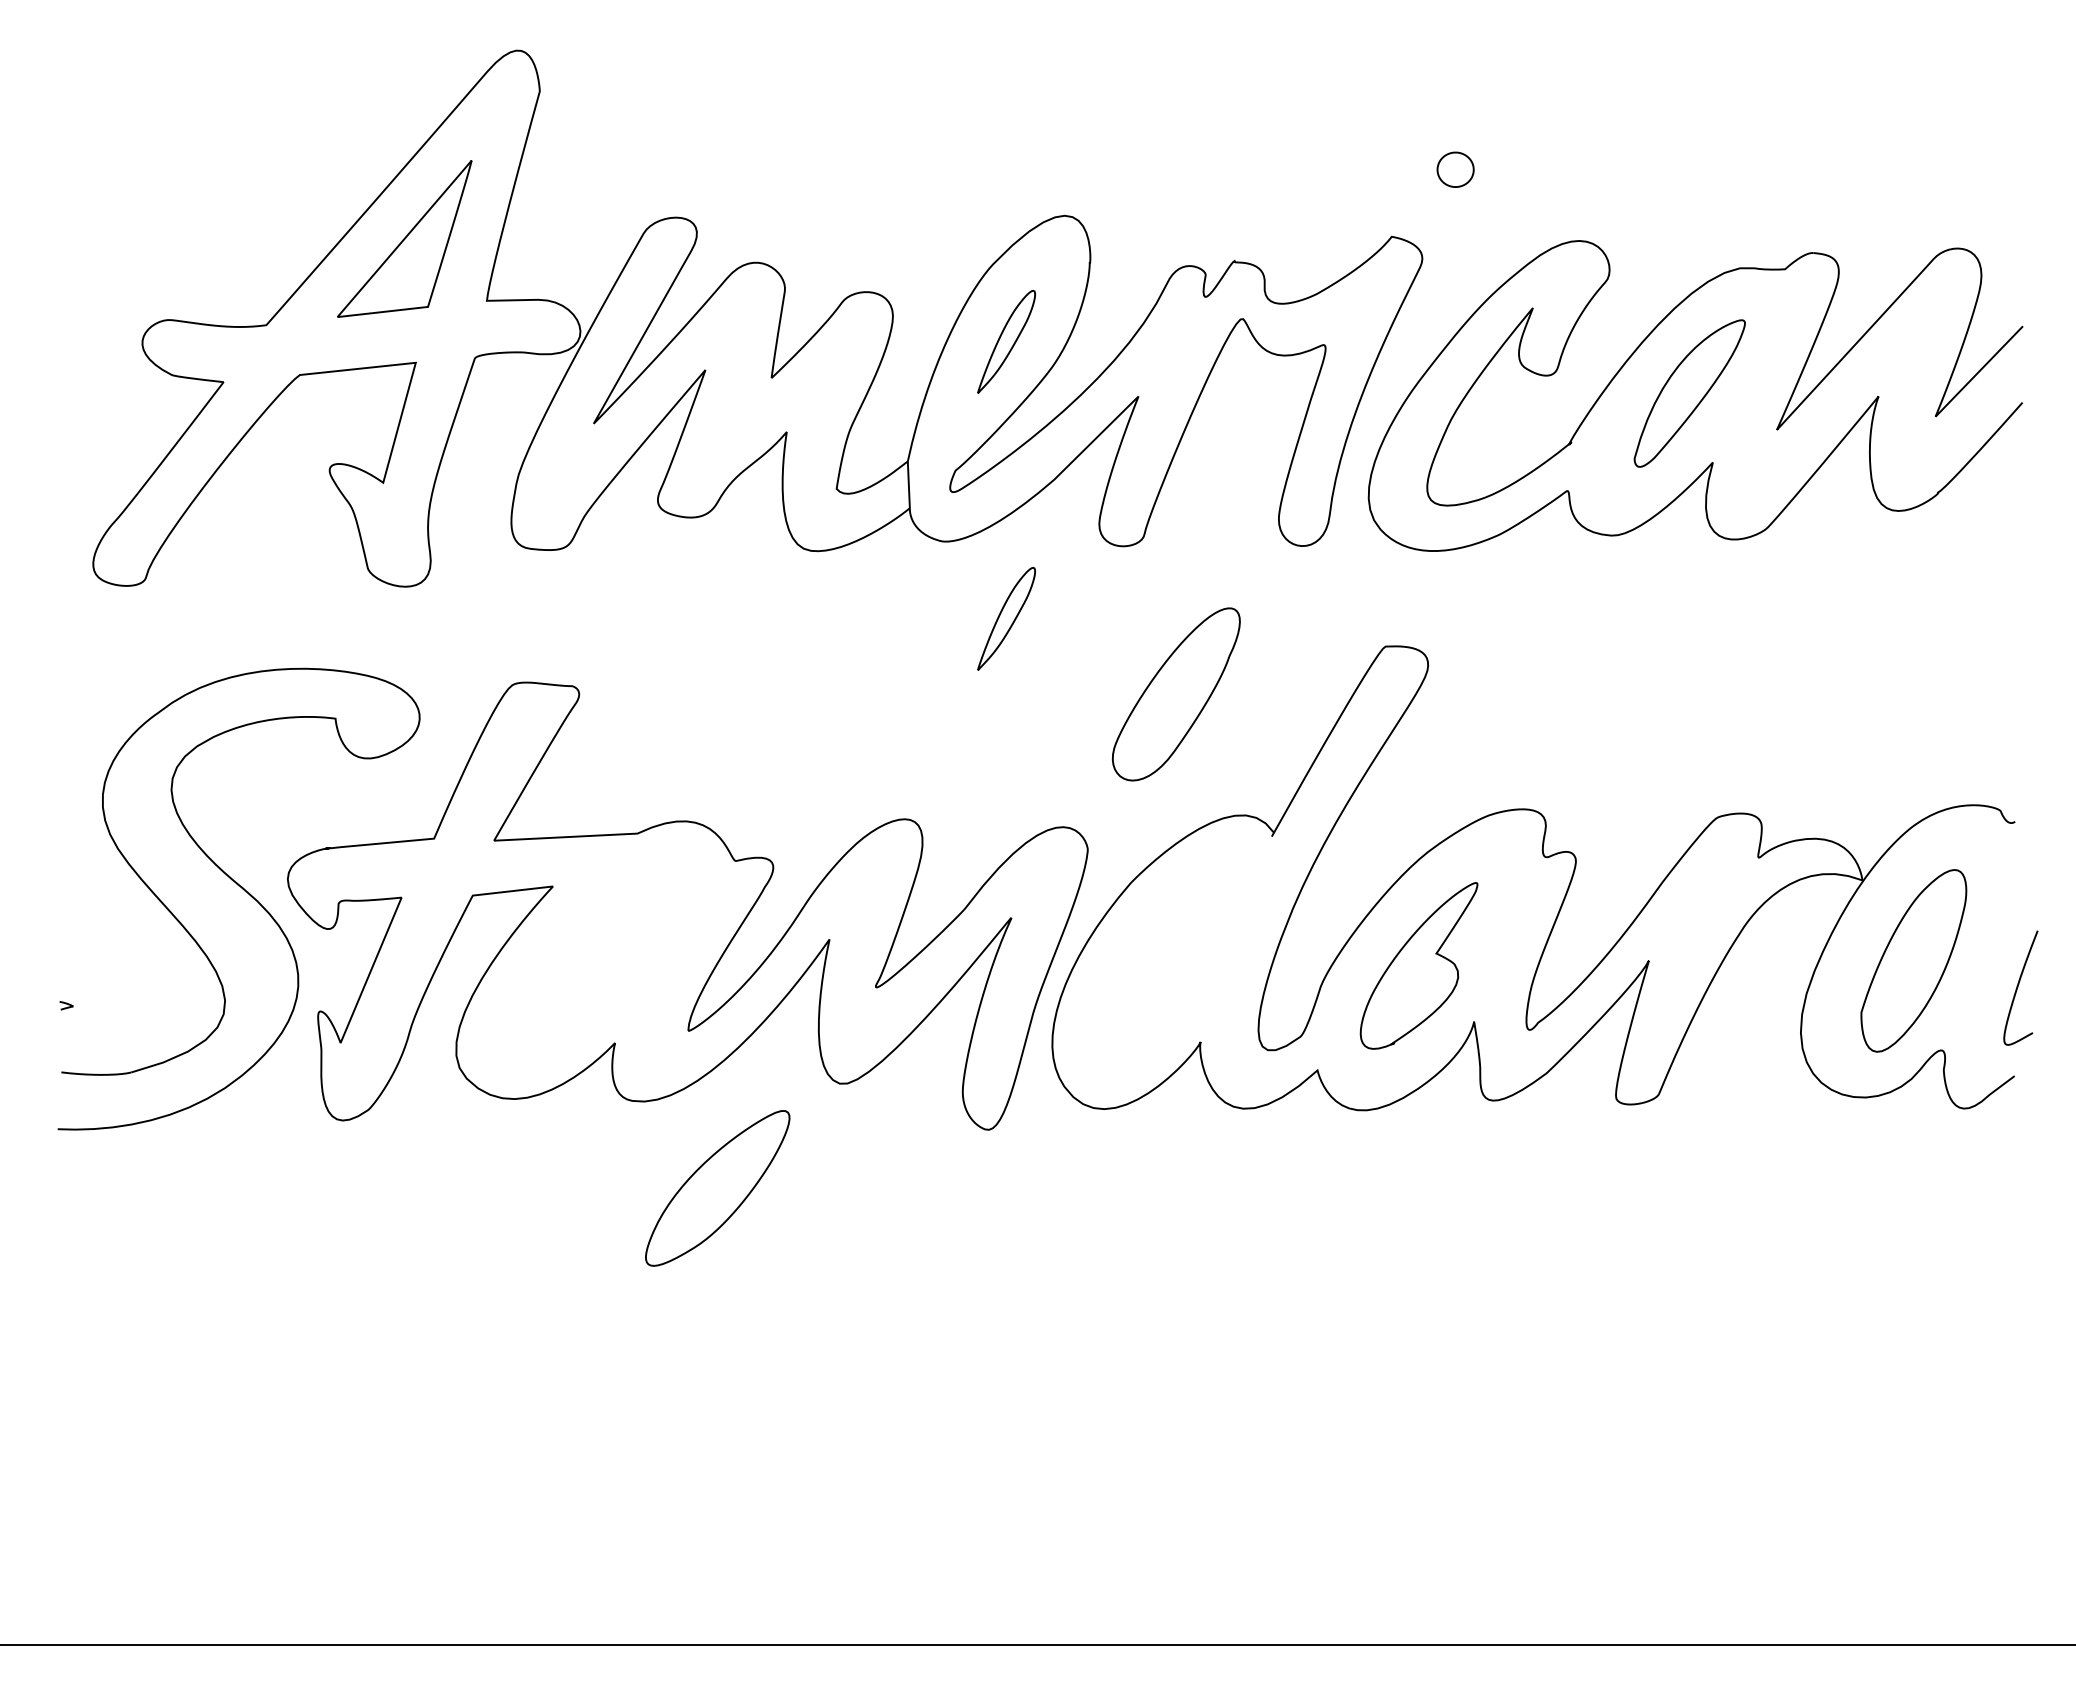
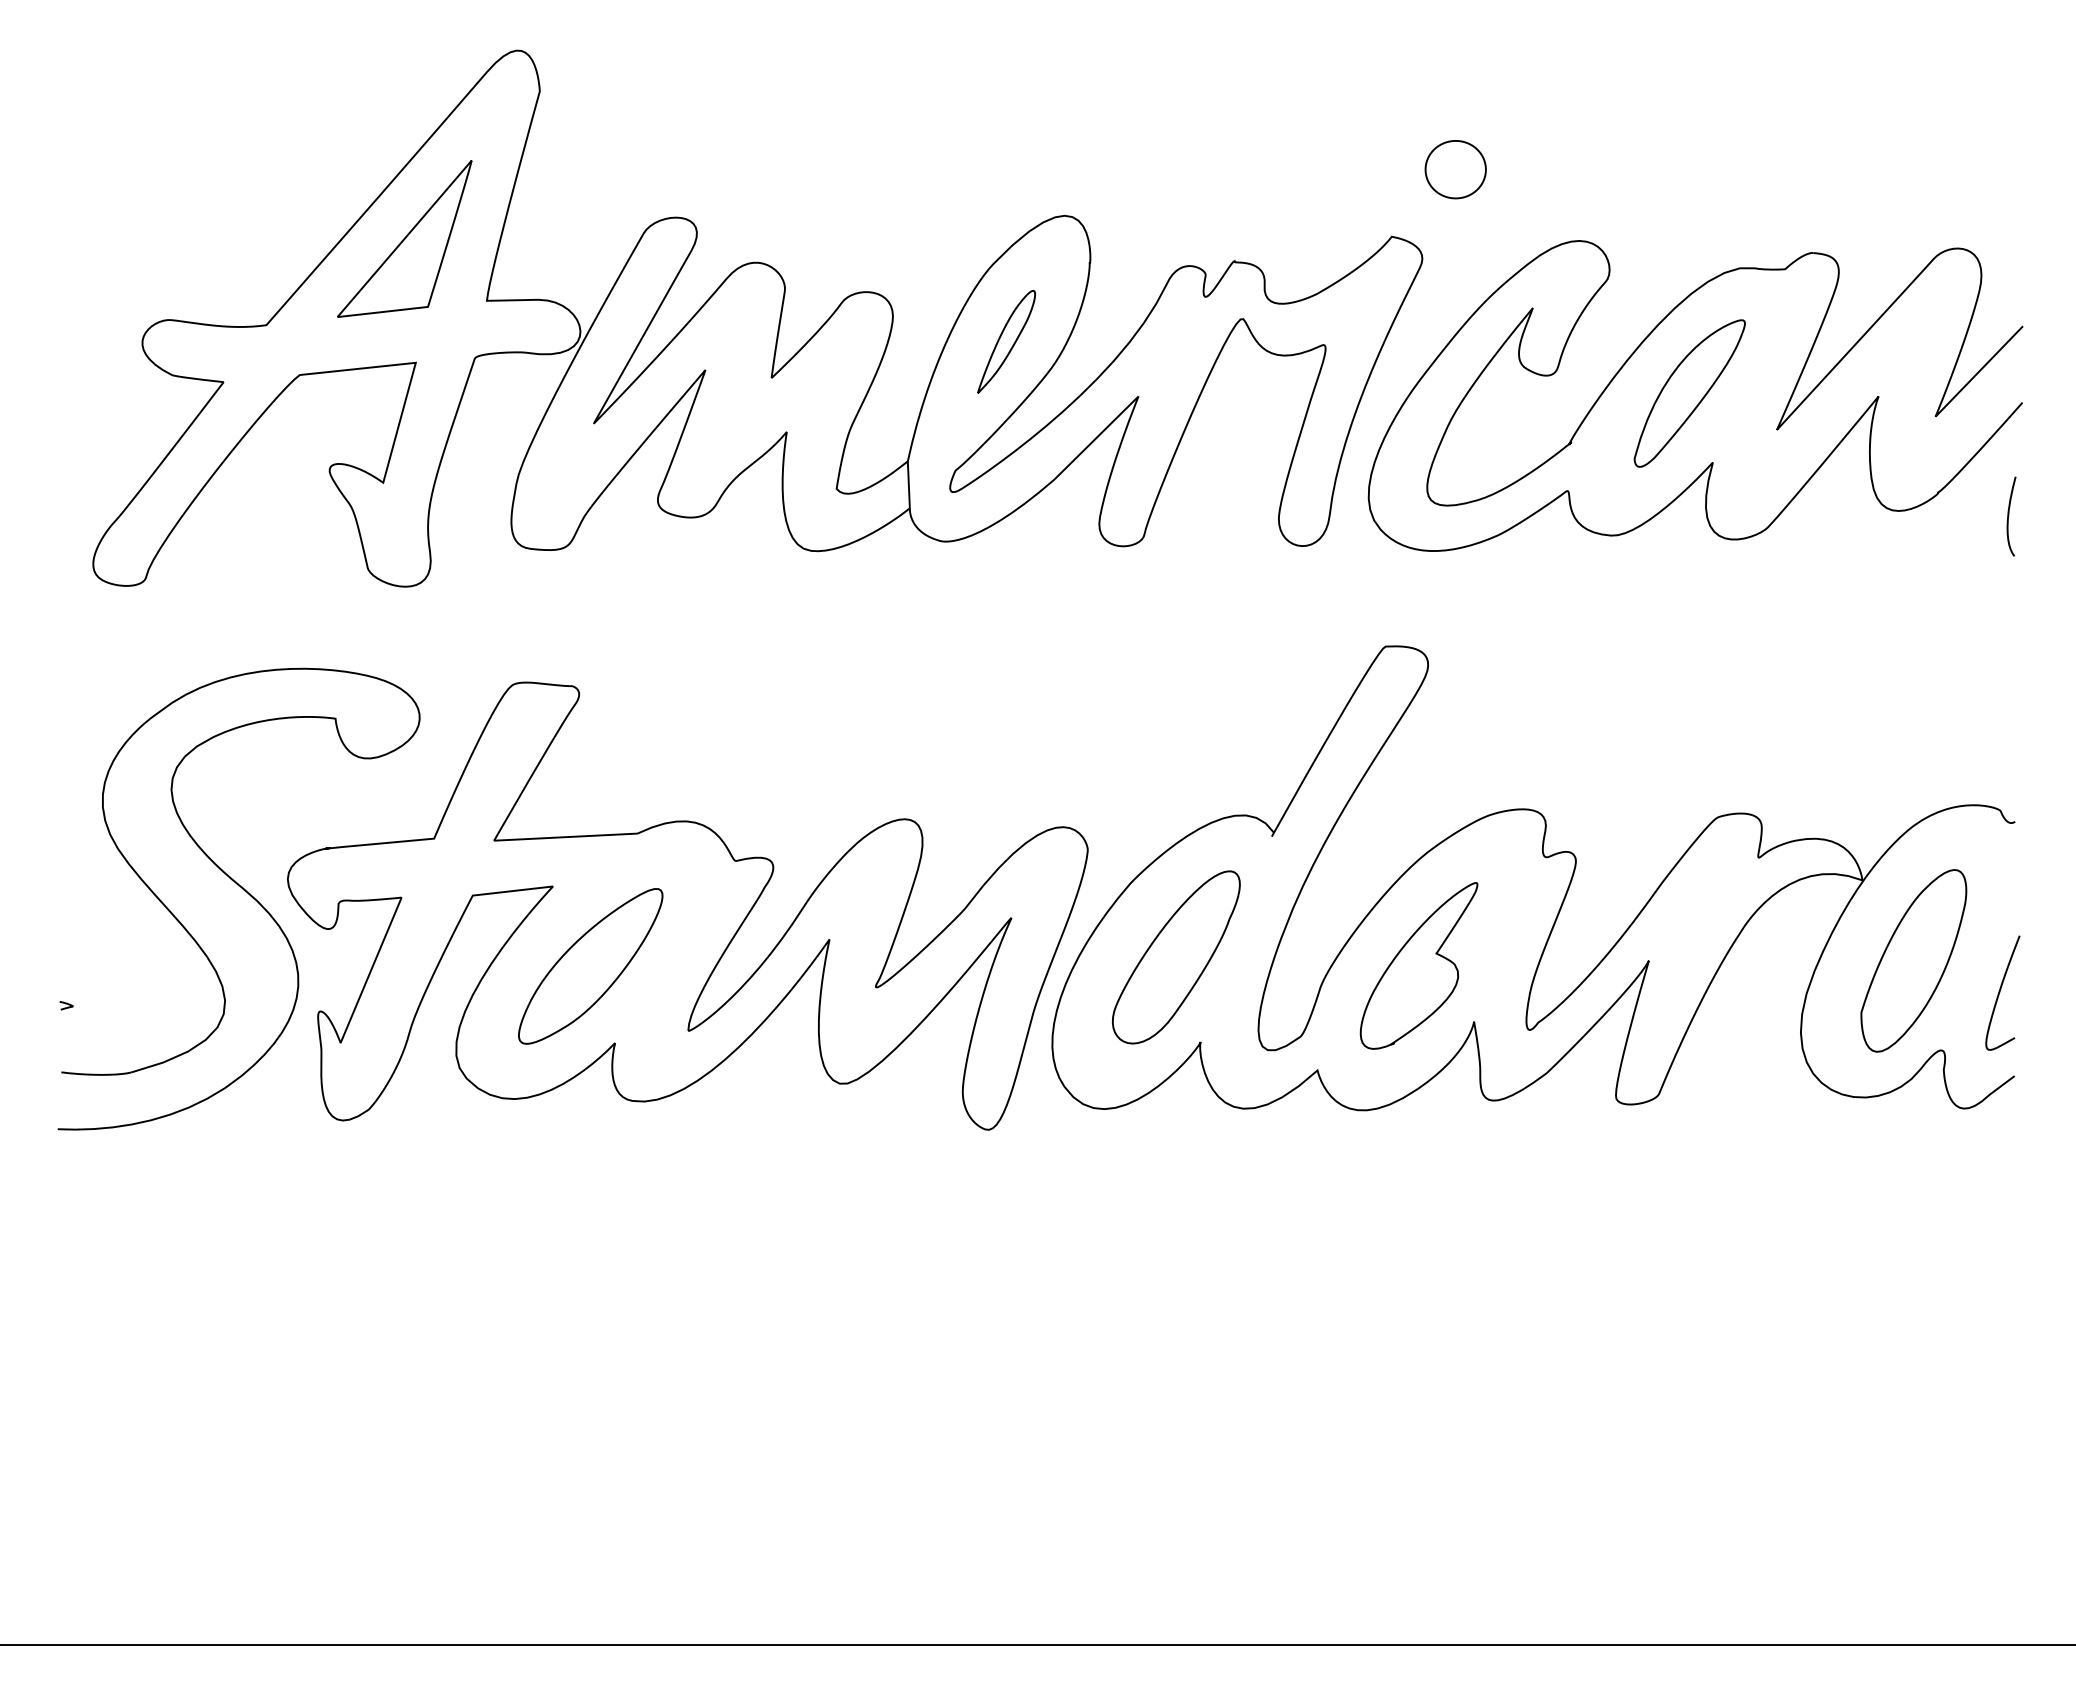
part at (1455, 169) size: 39x37 px -> 63x60 px
curve at (2009, 516): none -> present
part at (1006, 618): present -> none
part at (1175, 694) position: (1175, 694) -> (1175, 957)
curve at (2018, 987) position: (2018, 987) -> (2000, 992)
part at (717, 1188) position: (717, 1188) -> (590, 966)
